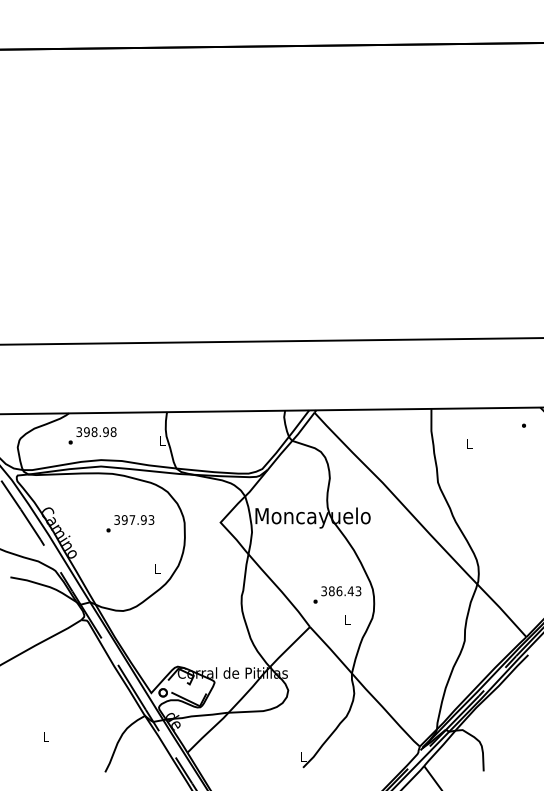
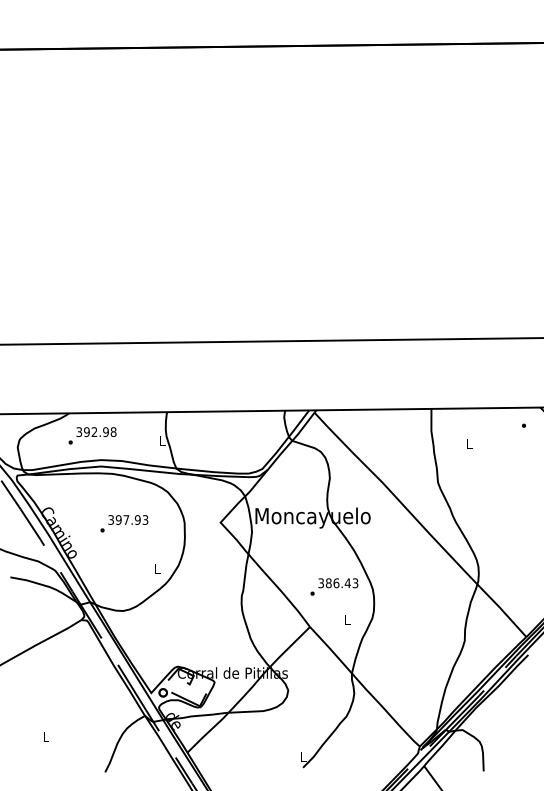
text at (94, 432): 398.98 -> 392.98
text at (130, 523) position: (130, 523) -> (124, 523)
text at (337, 594) position: (337, 594) -> (334, 586)
